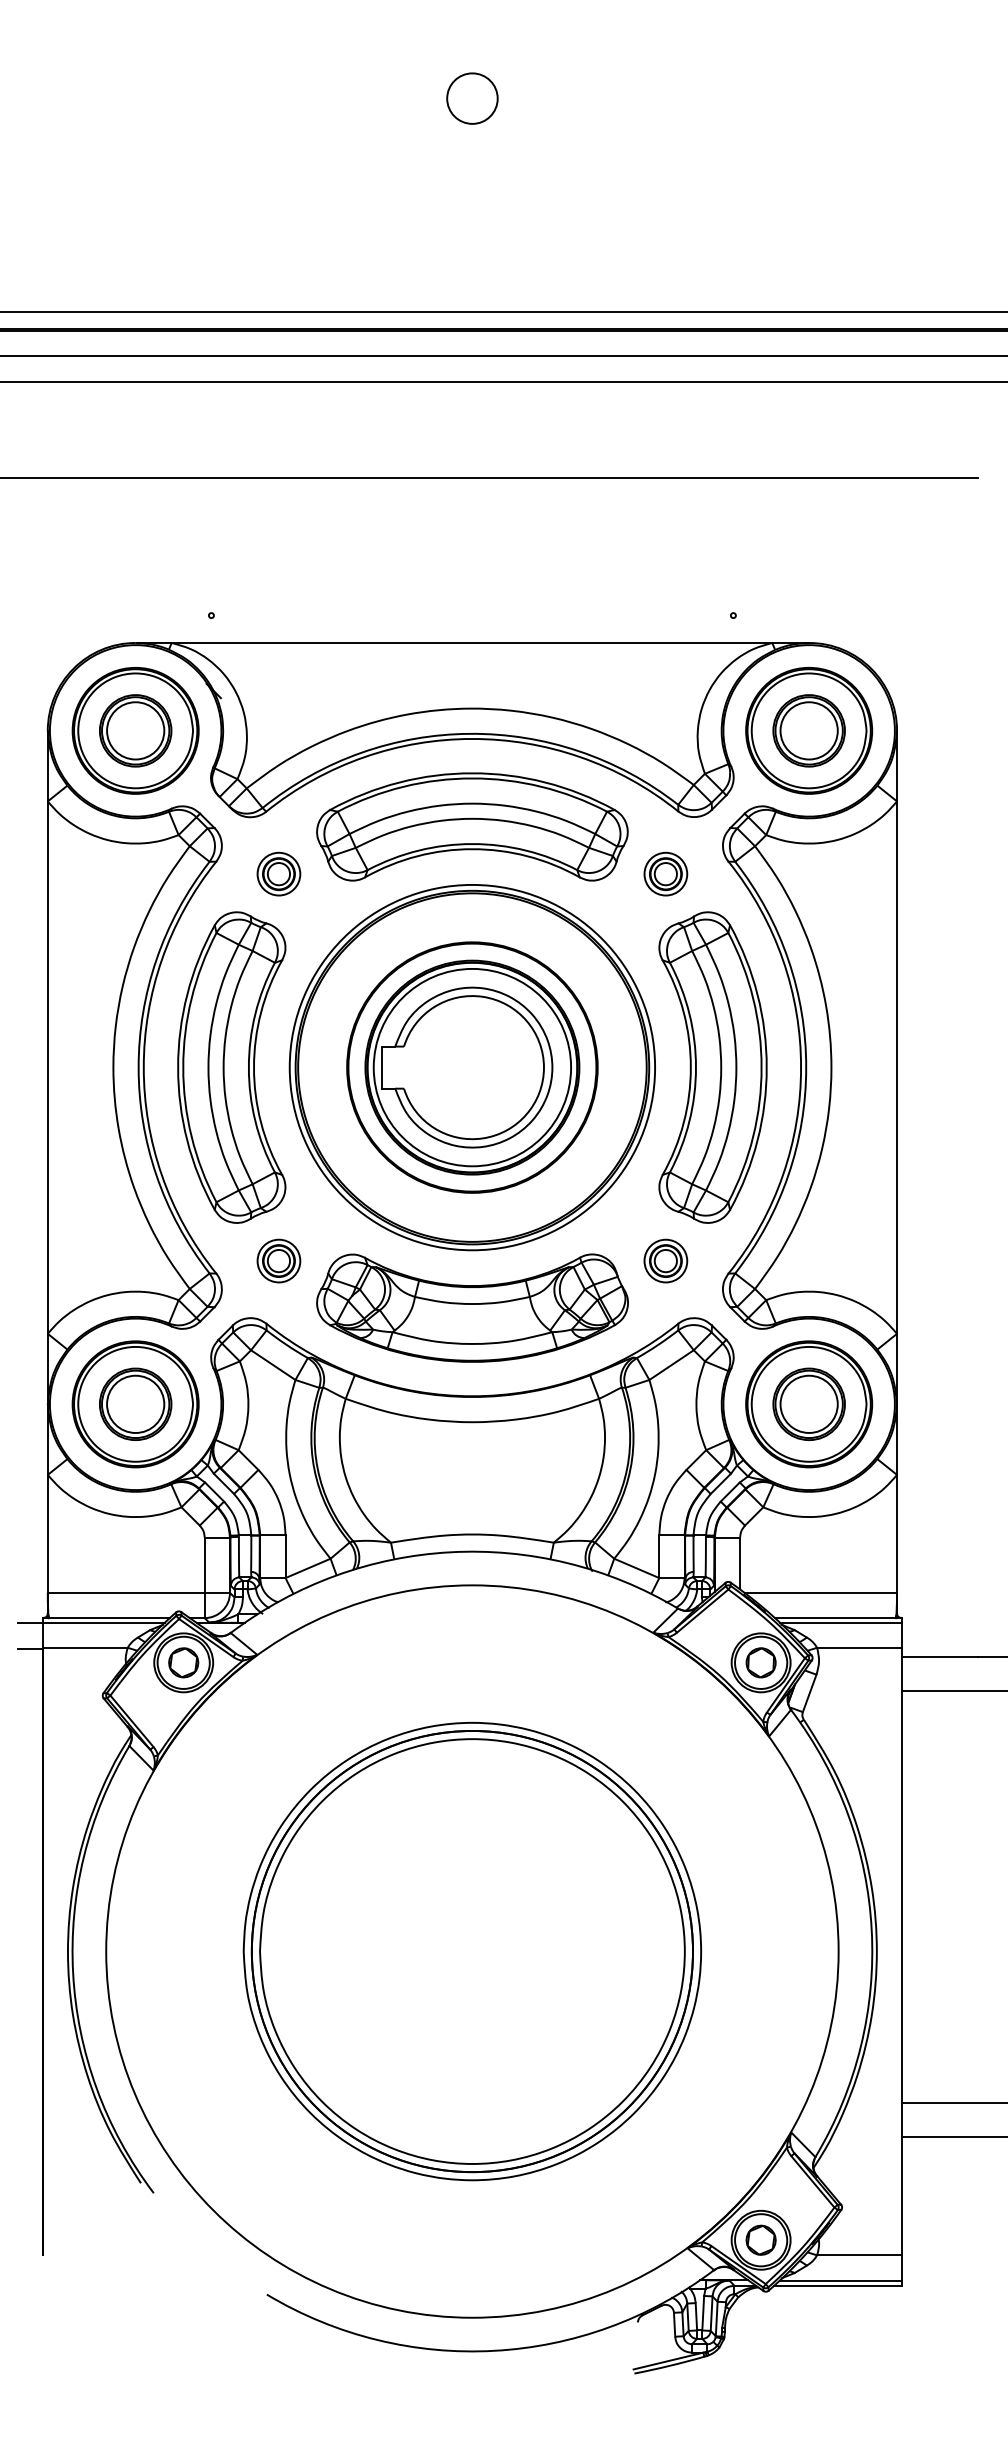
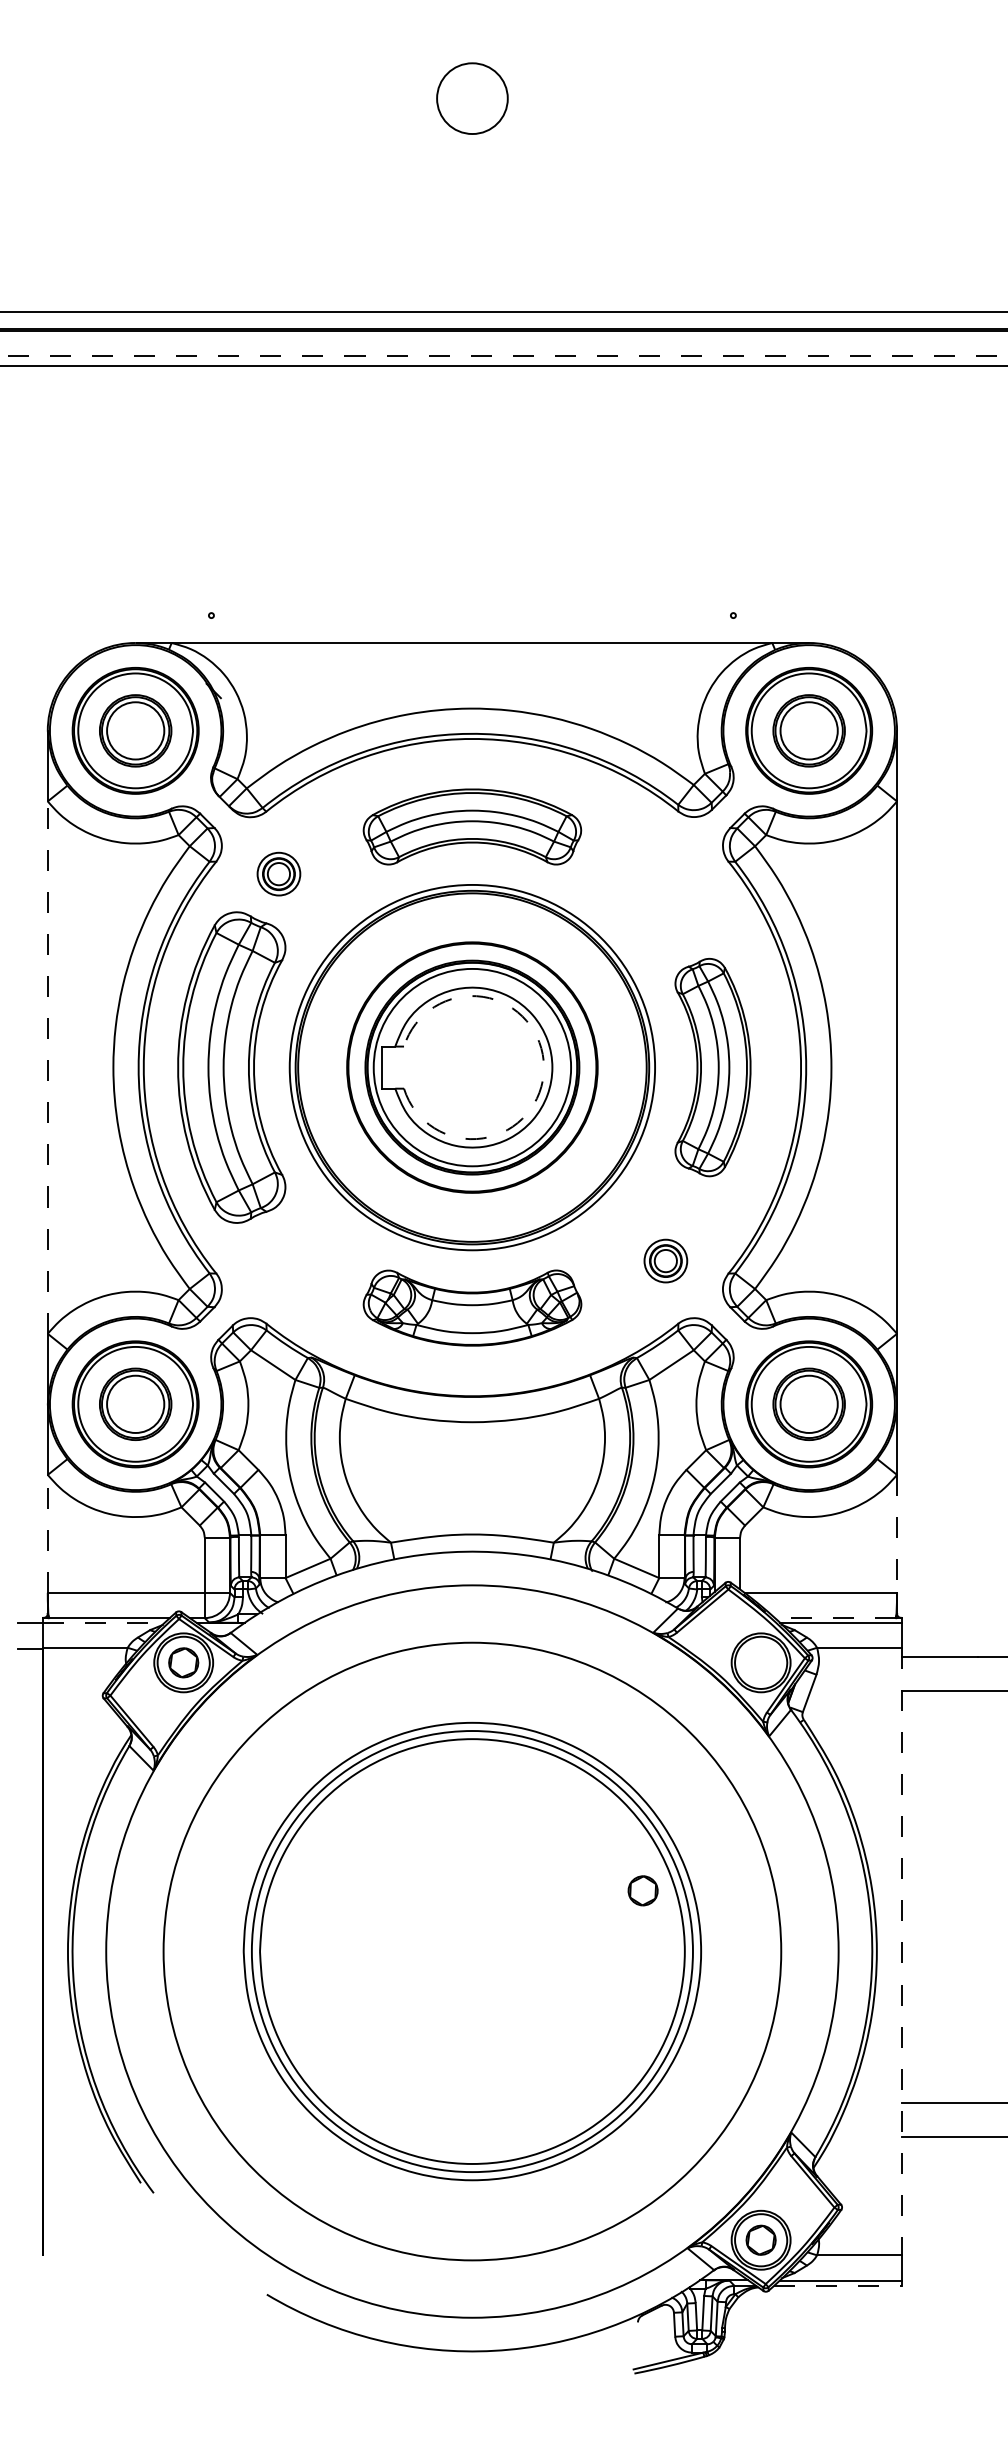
circle at (472, 98) diameter: 51 px -> 71 px
line at (503, 356): solid -> dashed
line at (503, 381) position: (503, 381) -> (503, 365)
line at (489, 478): present -> none
part at (472, 826) size: 313x110 px -> 221x78 px
part at (665, 873): present -> none
line at (47, 1067): solid -> dashed
arc at (543, 1067): solid -> dashed
part at (712, 1067) size: 110x313 px -> 78x220 px
part at (278, 1260): present -> none
part at (472, 1307) size: 313x110 px -> 221x78 px
line at (47, 1533): solid -> dashed
line at (897, 1533): solid -> dashed
line at (834, 1618): solid -> dashed
line at (104, 1622): solid -> dashed
part at (760, 1662) position: (760, 1662) -> (642, 1890)
circle at (472, 1951) diameter: 441 px -> 618 px
line at (901, 1951): solid -> dashed
line at (837, 2286): solid -> dashed
